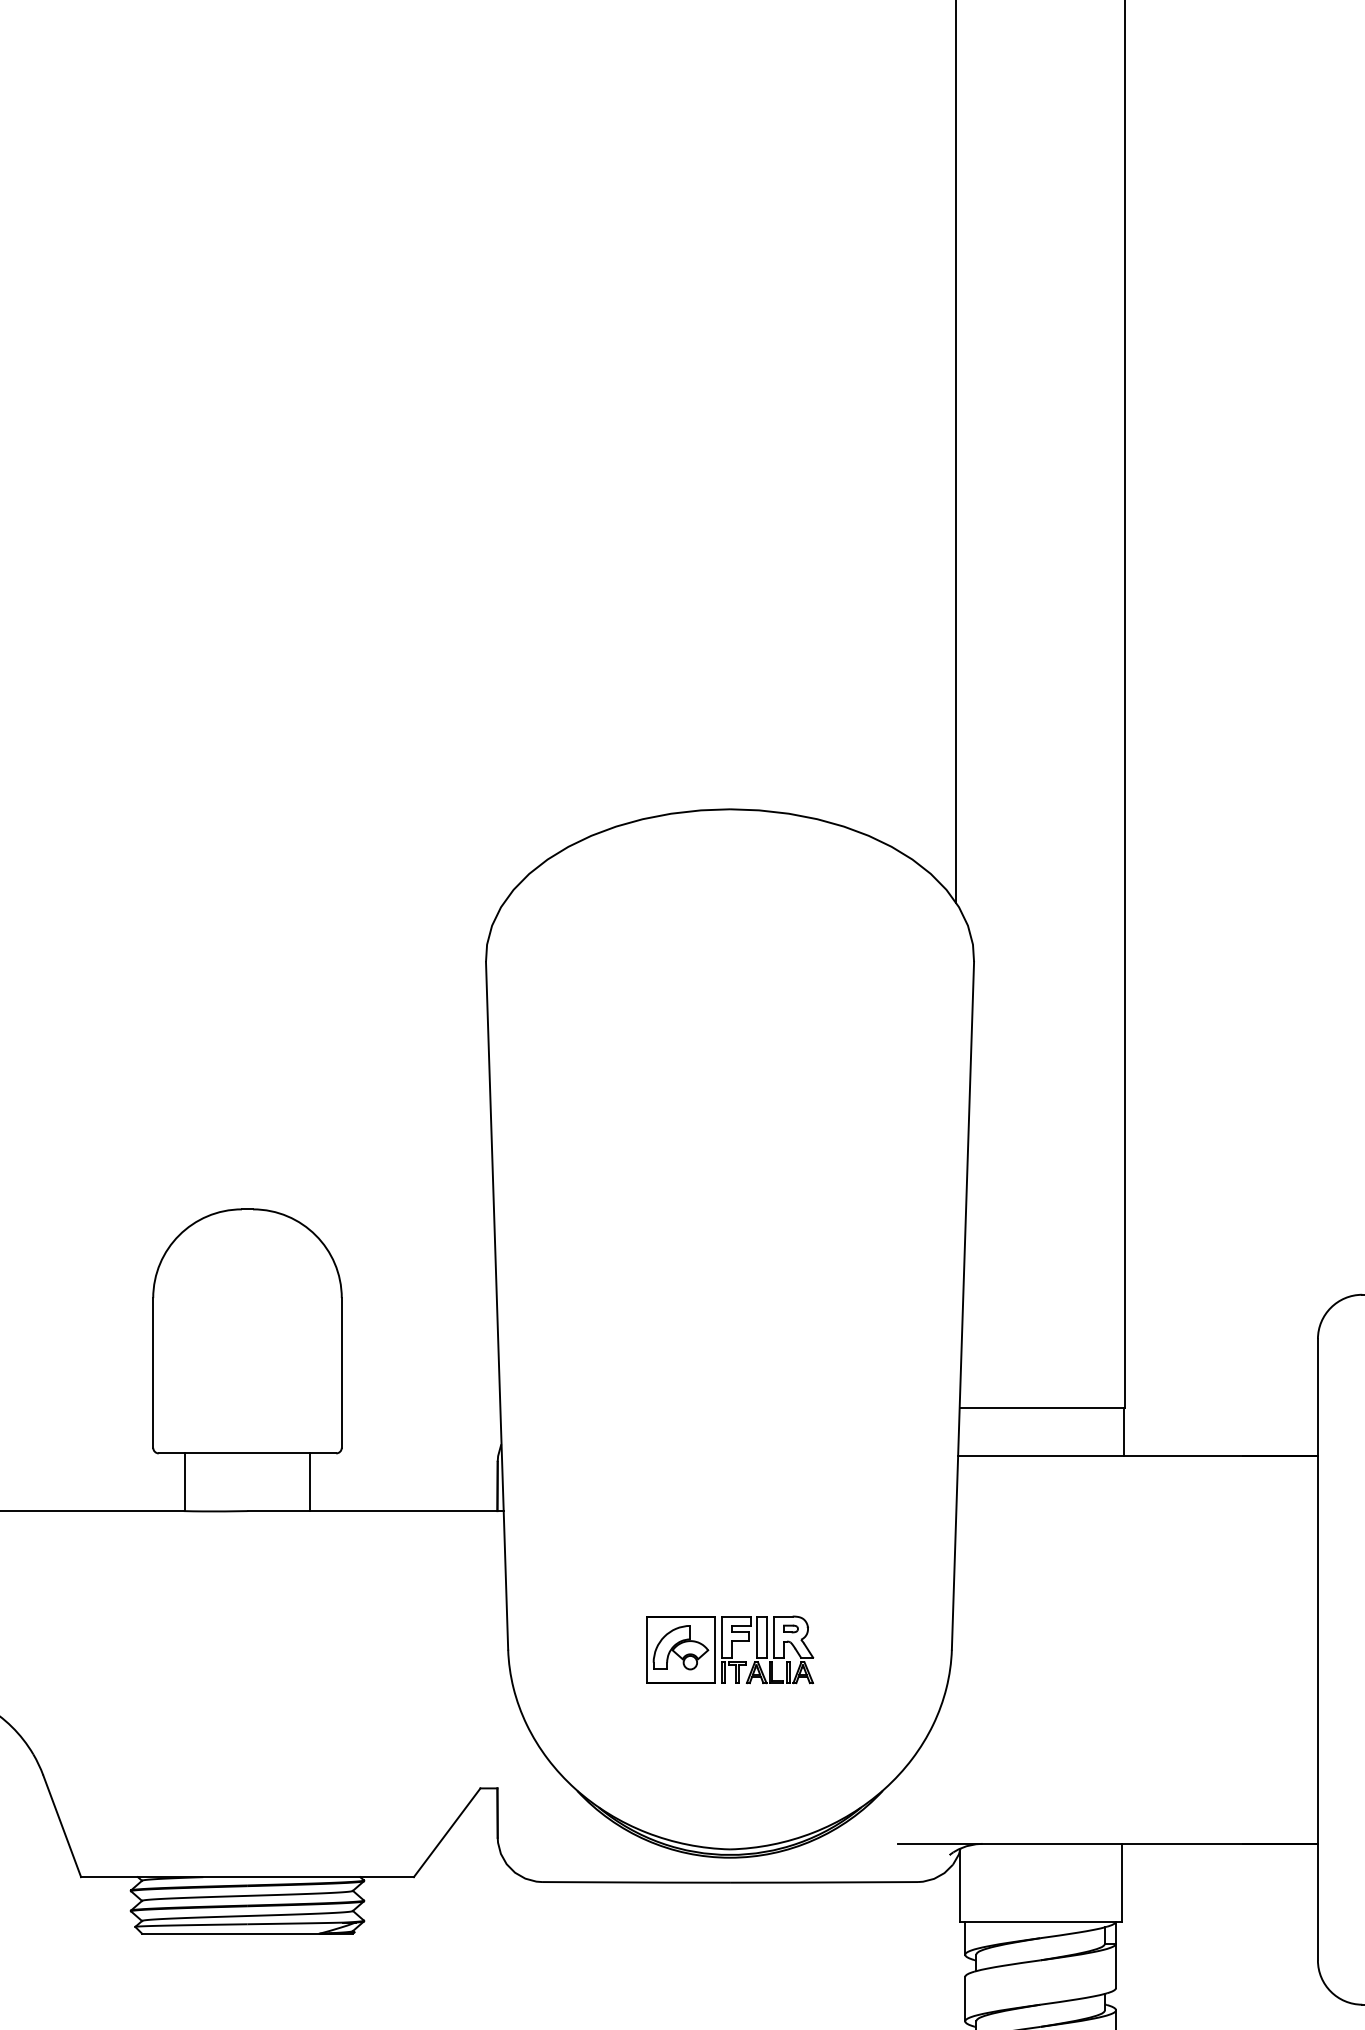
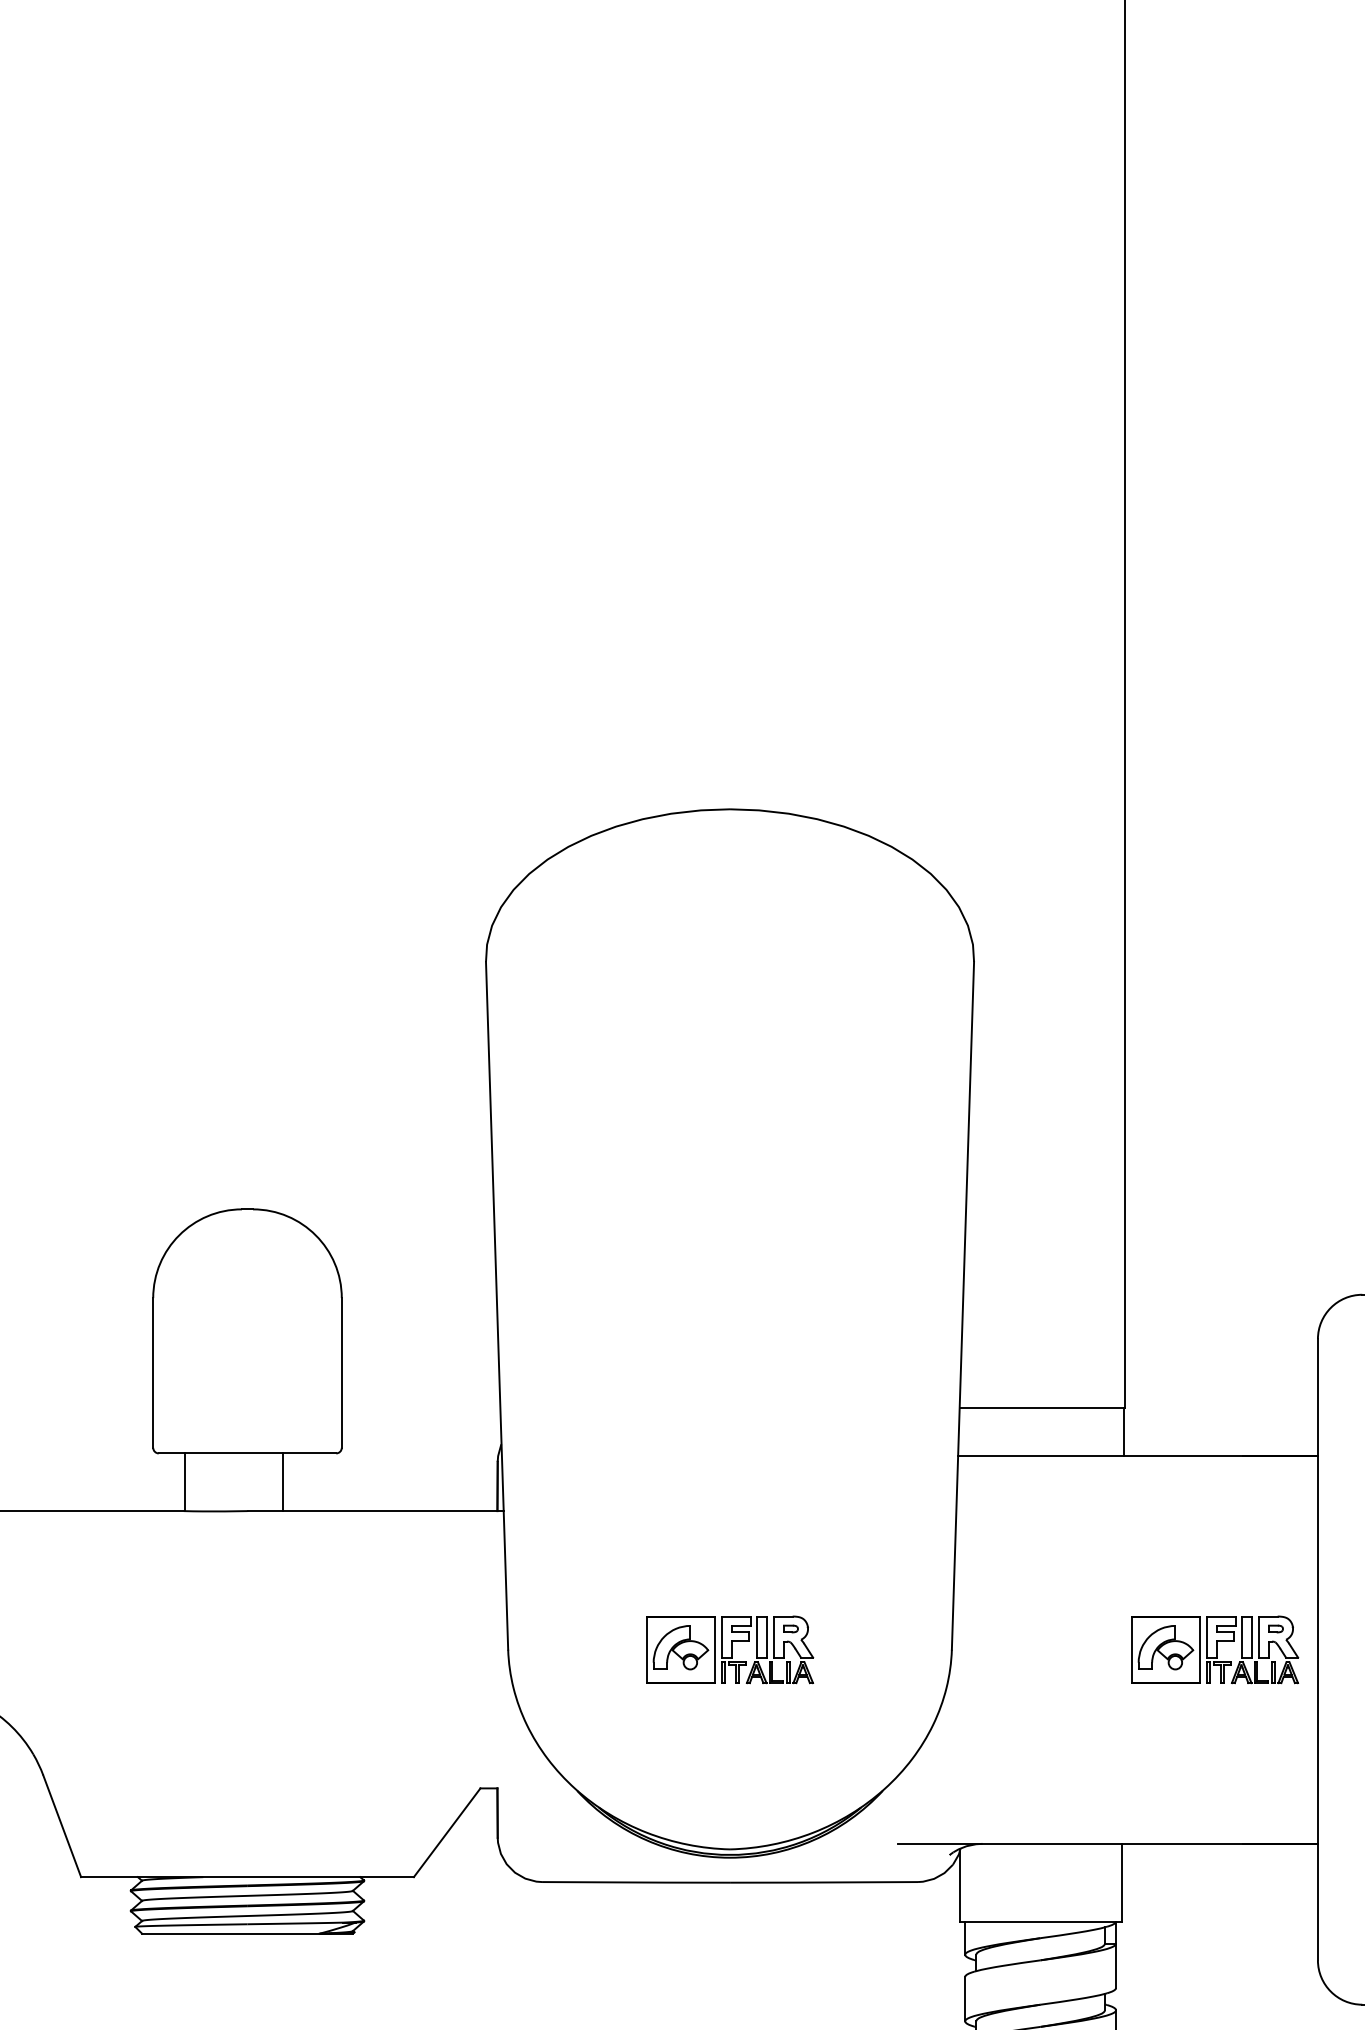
line at (955, 452): present -> none
line at (309, 1482) position: (309, 1482) -> (282, 1482)
part at (1215, 1649): none -> present
